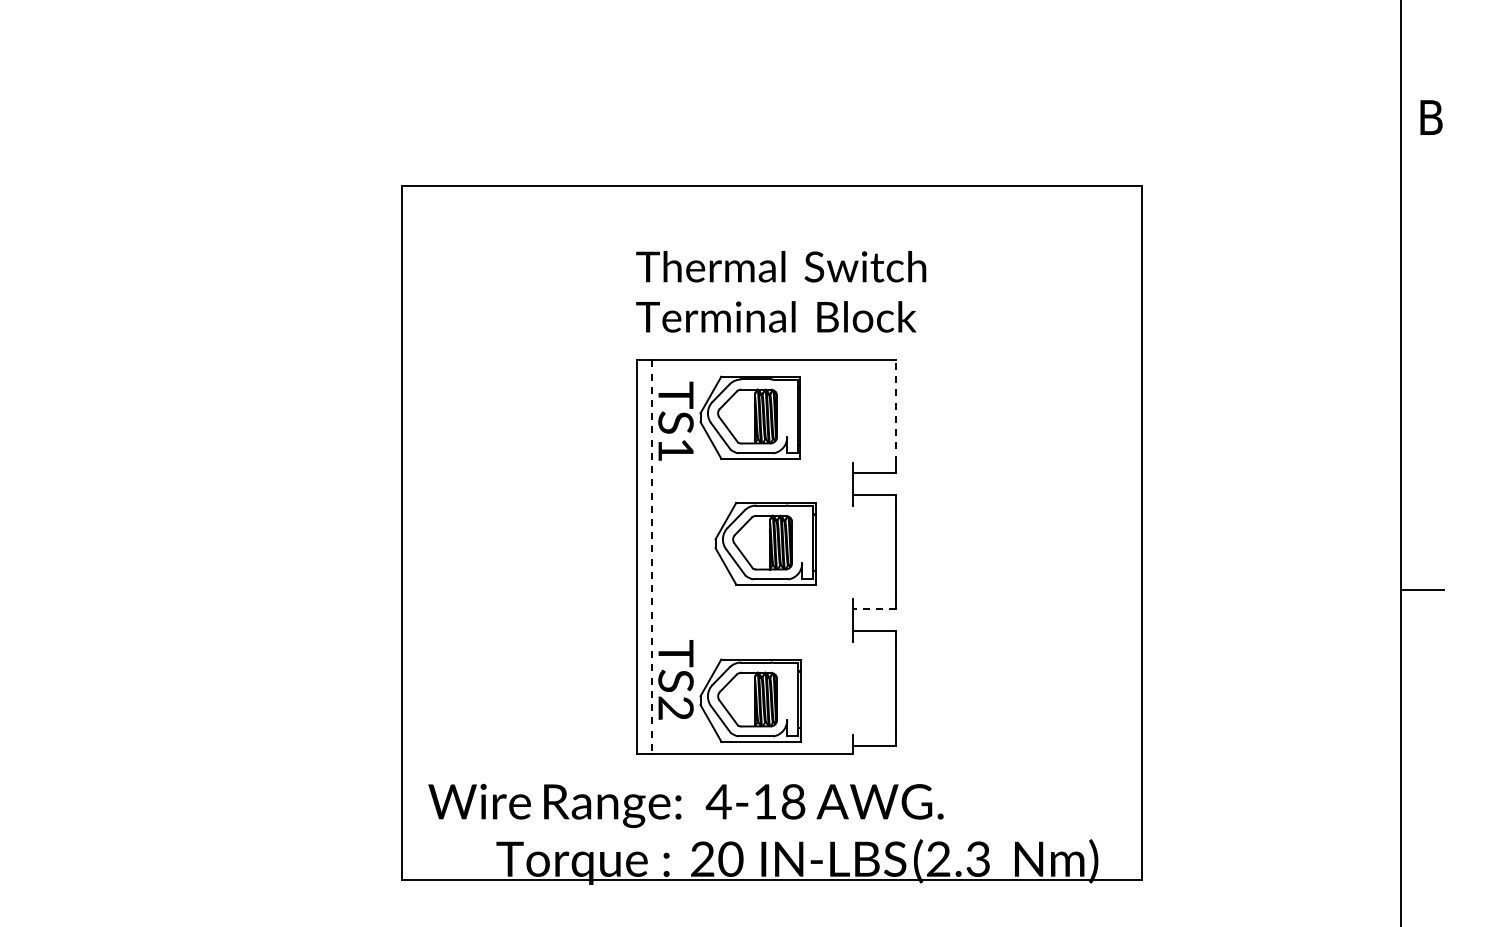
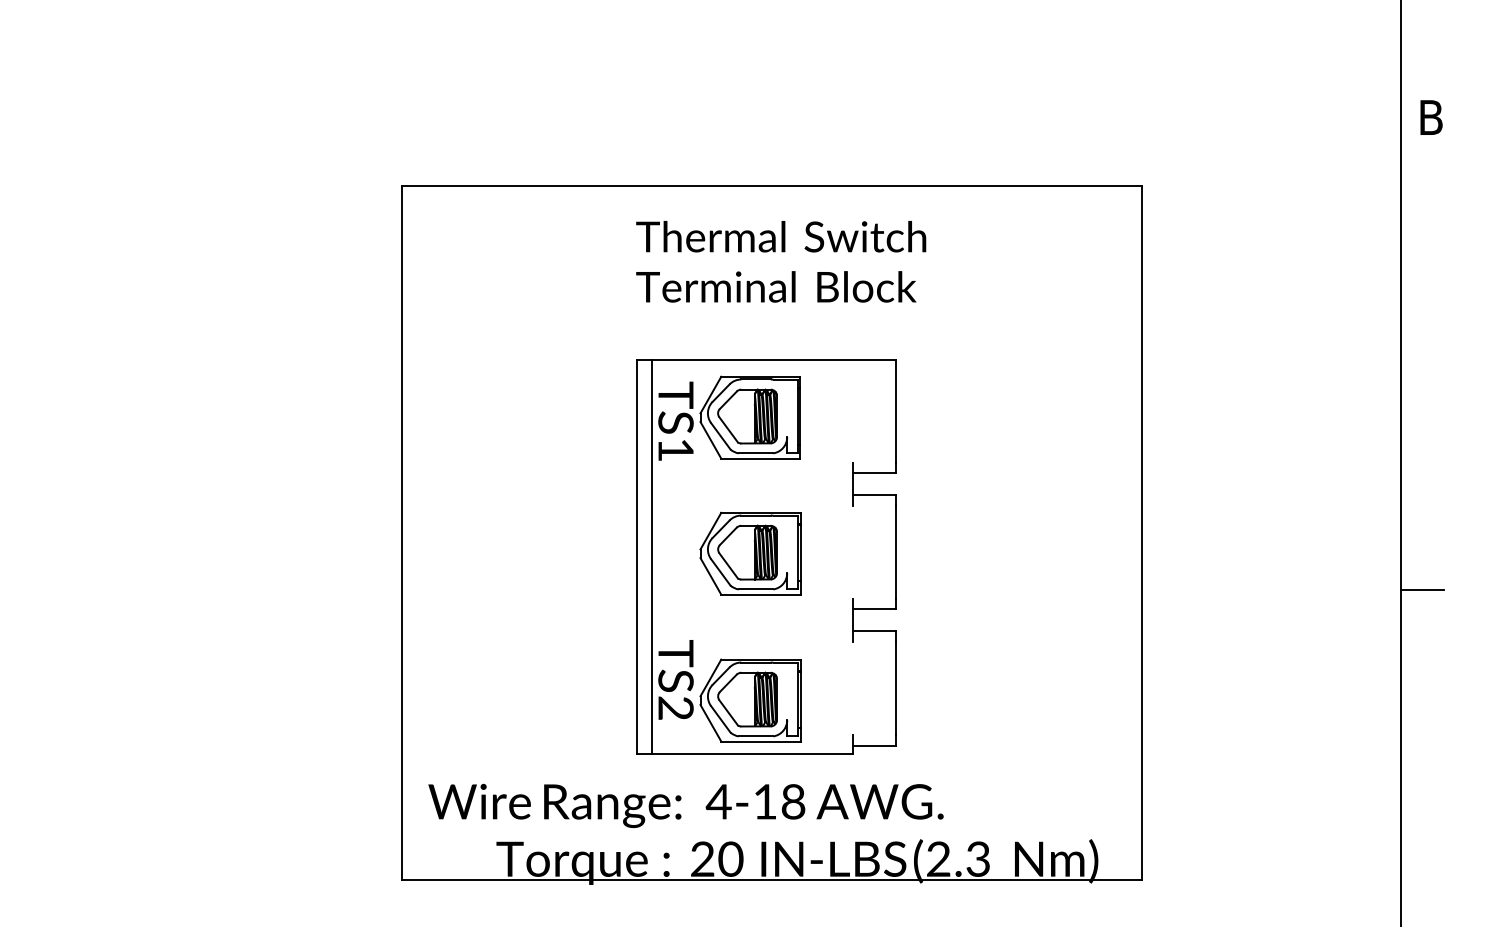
text at (781, 291) position: (781, 291) -> (781, 261)
line at (896, 410): dashed -> solid
part at (765, 543) position: (765, 543) -> (750, 553)
line at (652, 557): dashed -> solid
line at (874, 609): dashed -> solid
